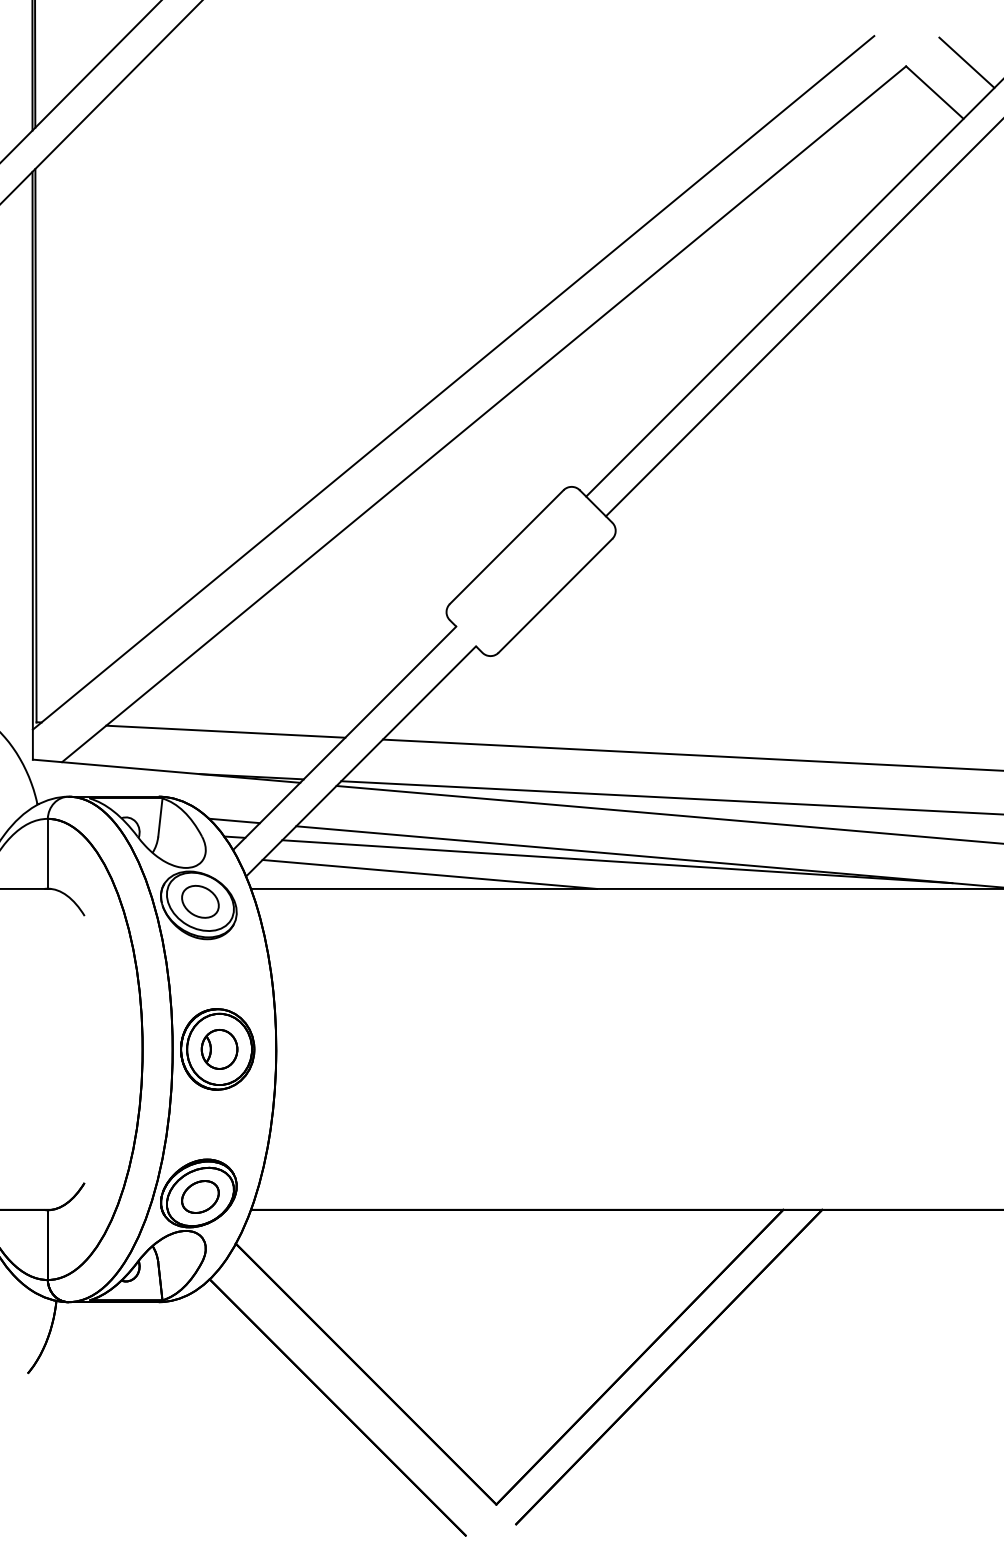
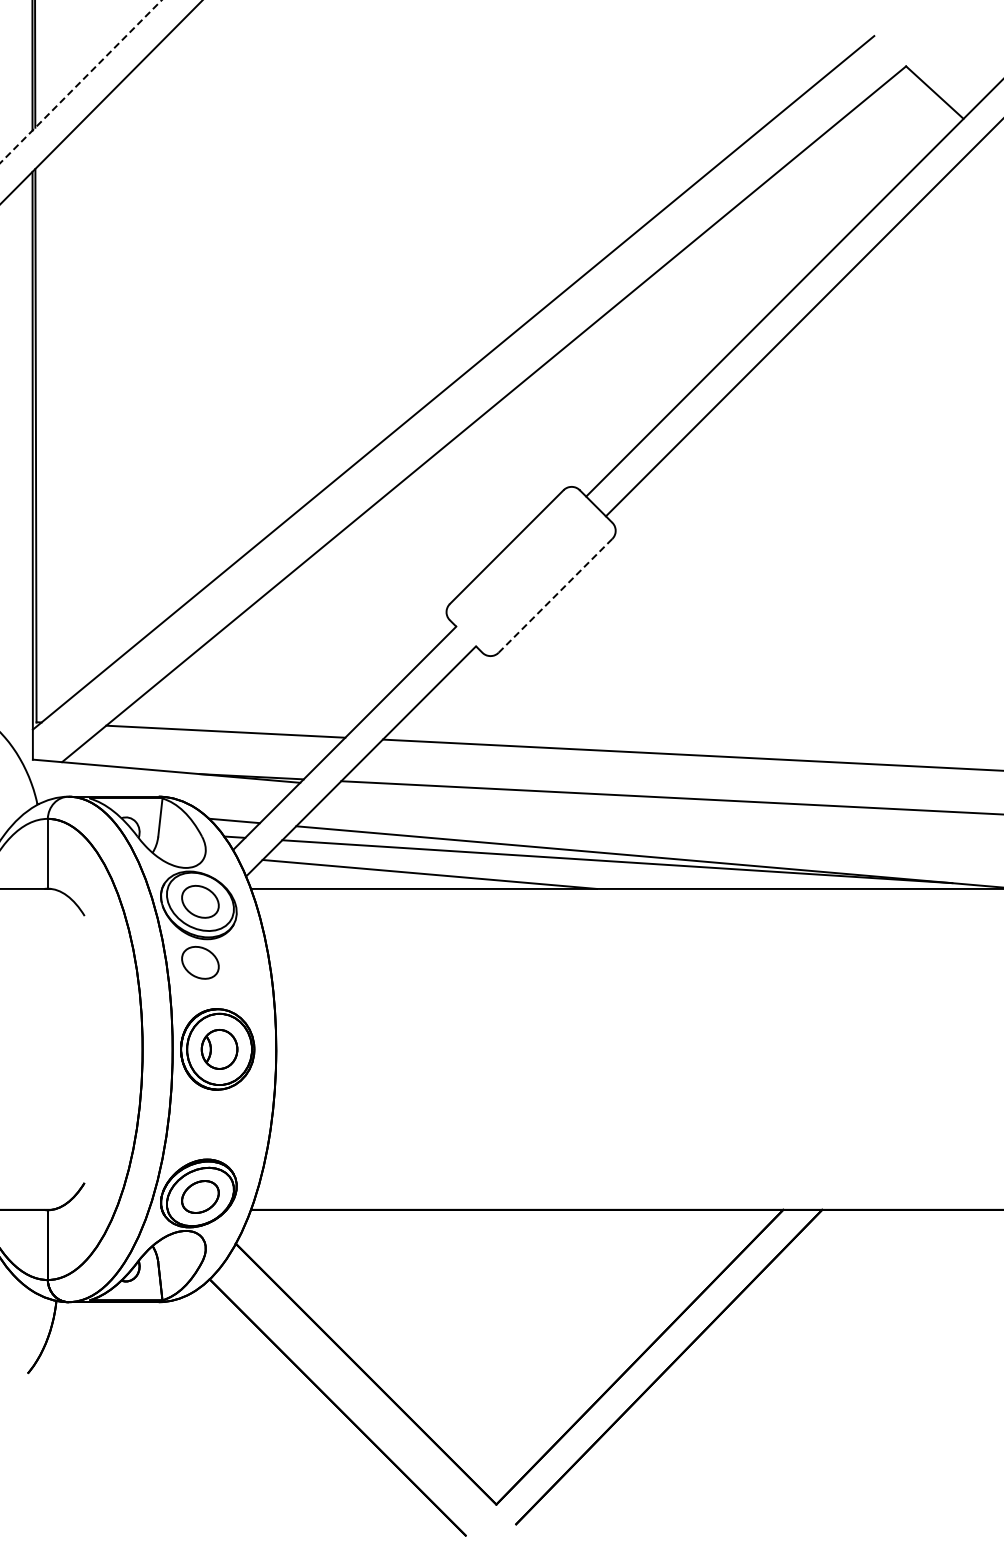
line at (966, 62): present -> none
line at (80, 82): solid -> dashed
line at (555, 596): solid -> dashed
line at (668, 814): present -> none
part at (200, 962): none -> present
